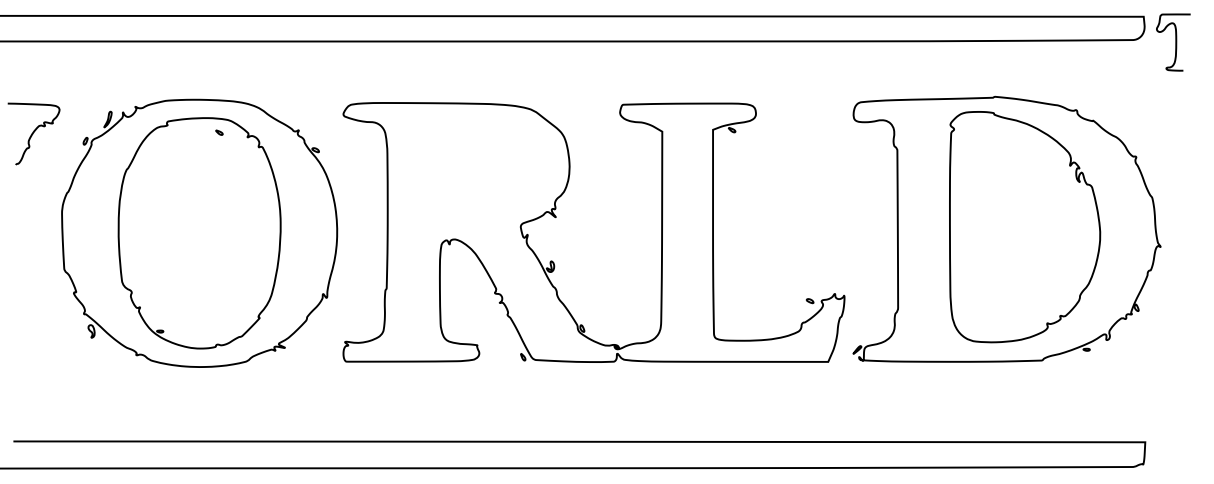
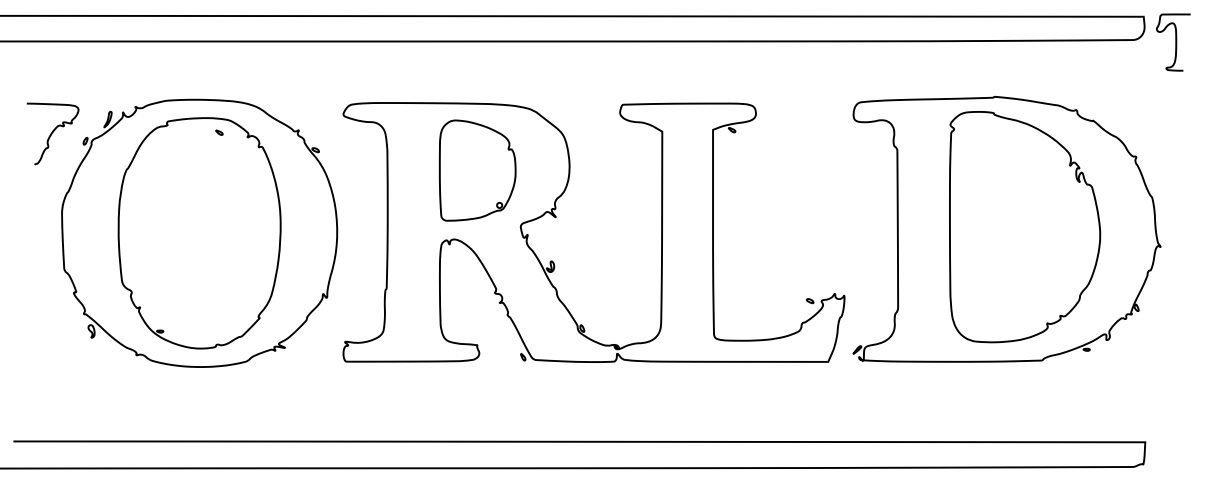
curve at (33, 133) position: (33, 133) -> (52, 133)
part at (477, 170): none -> present
